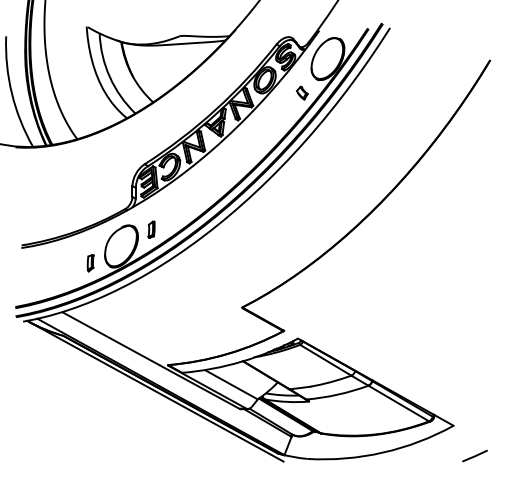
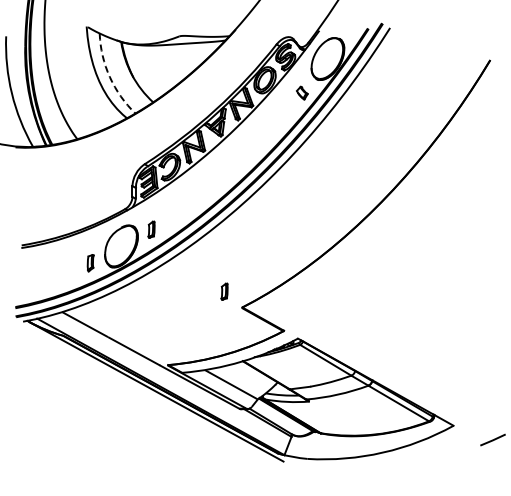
arc at (109, 77): solid -> dashed
part at (224, 291): none -> present
line at (474, 455) position: (474, 455) -> (492, 439)
